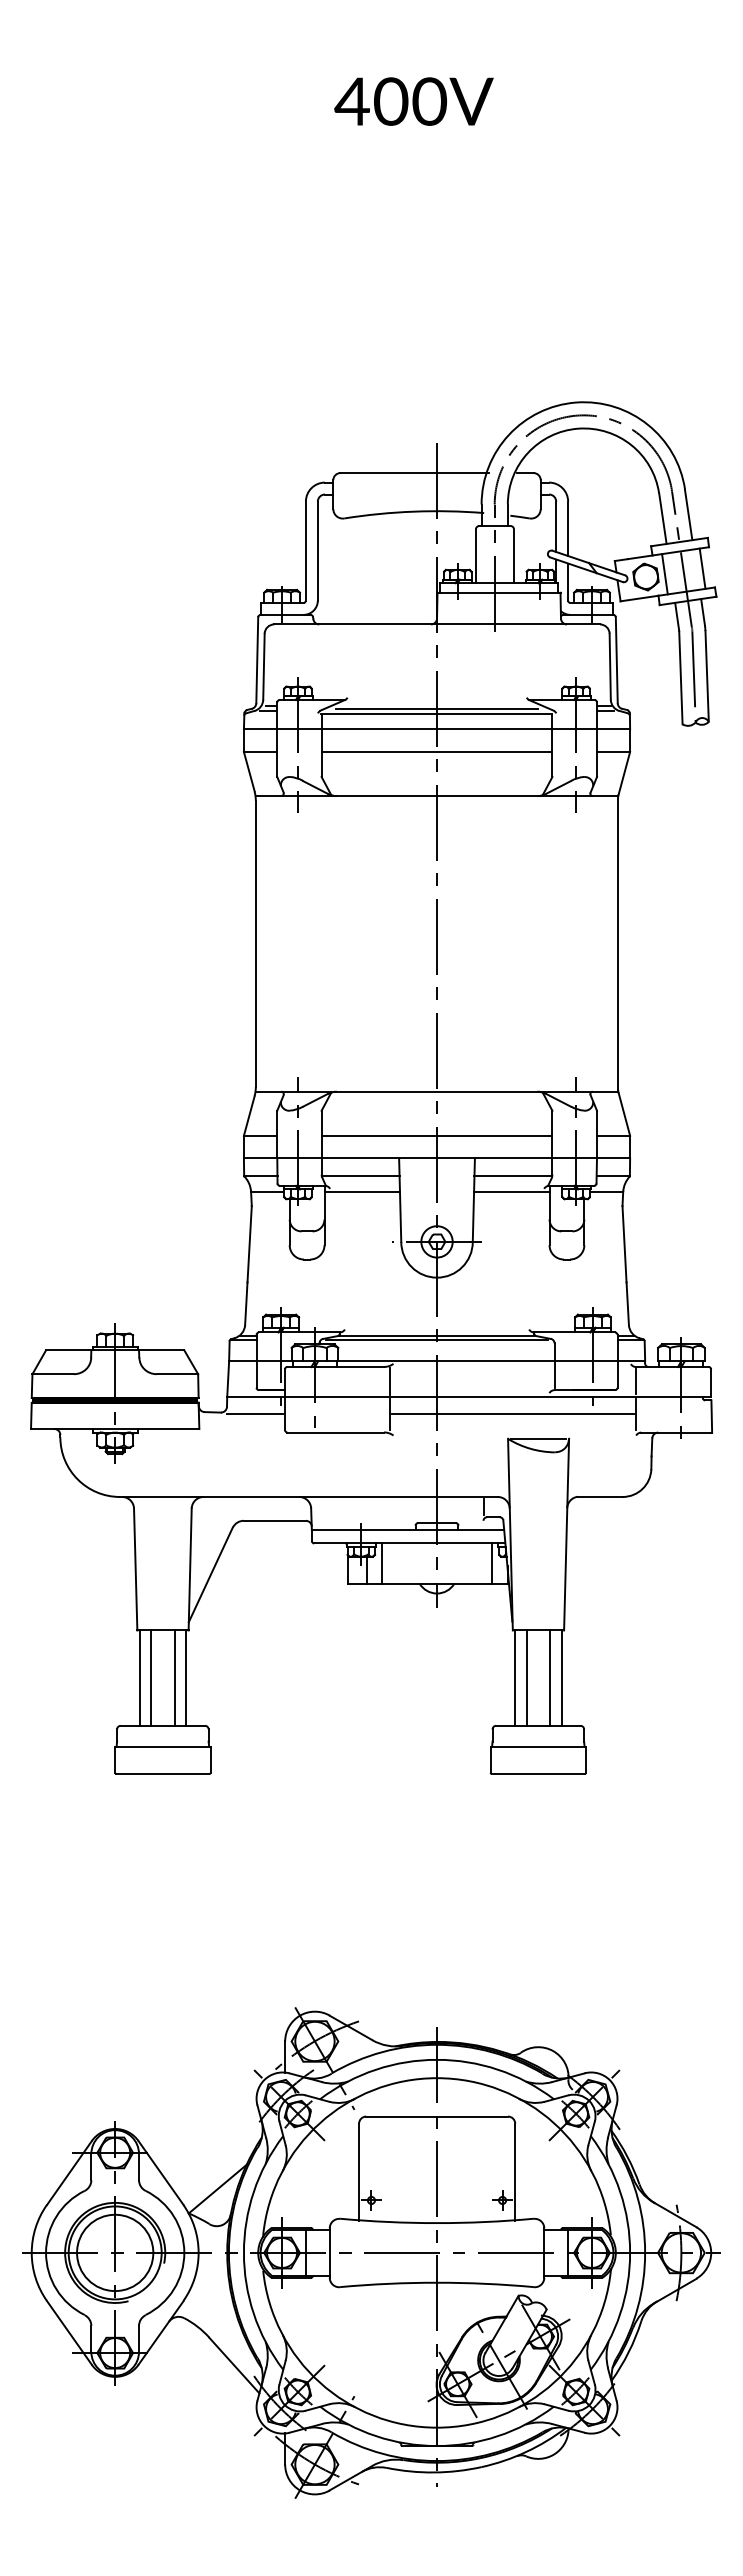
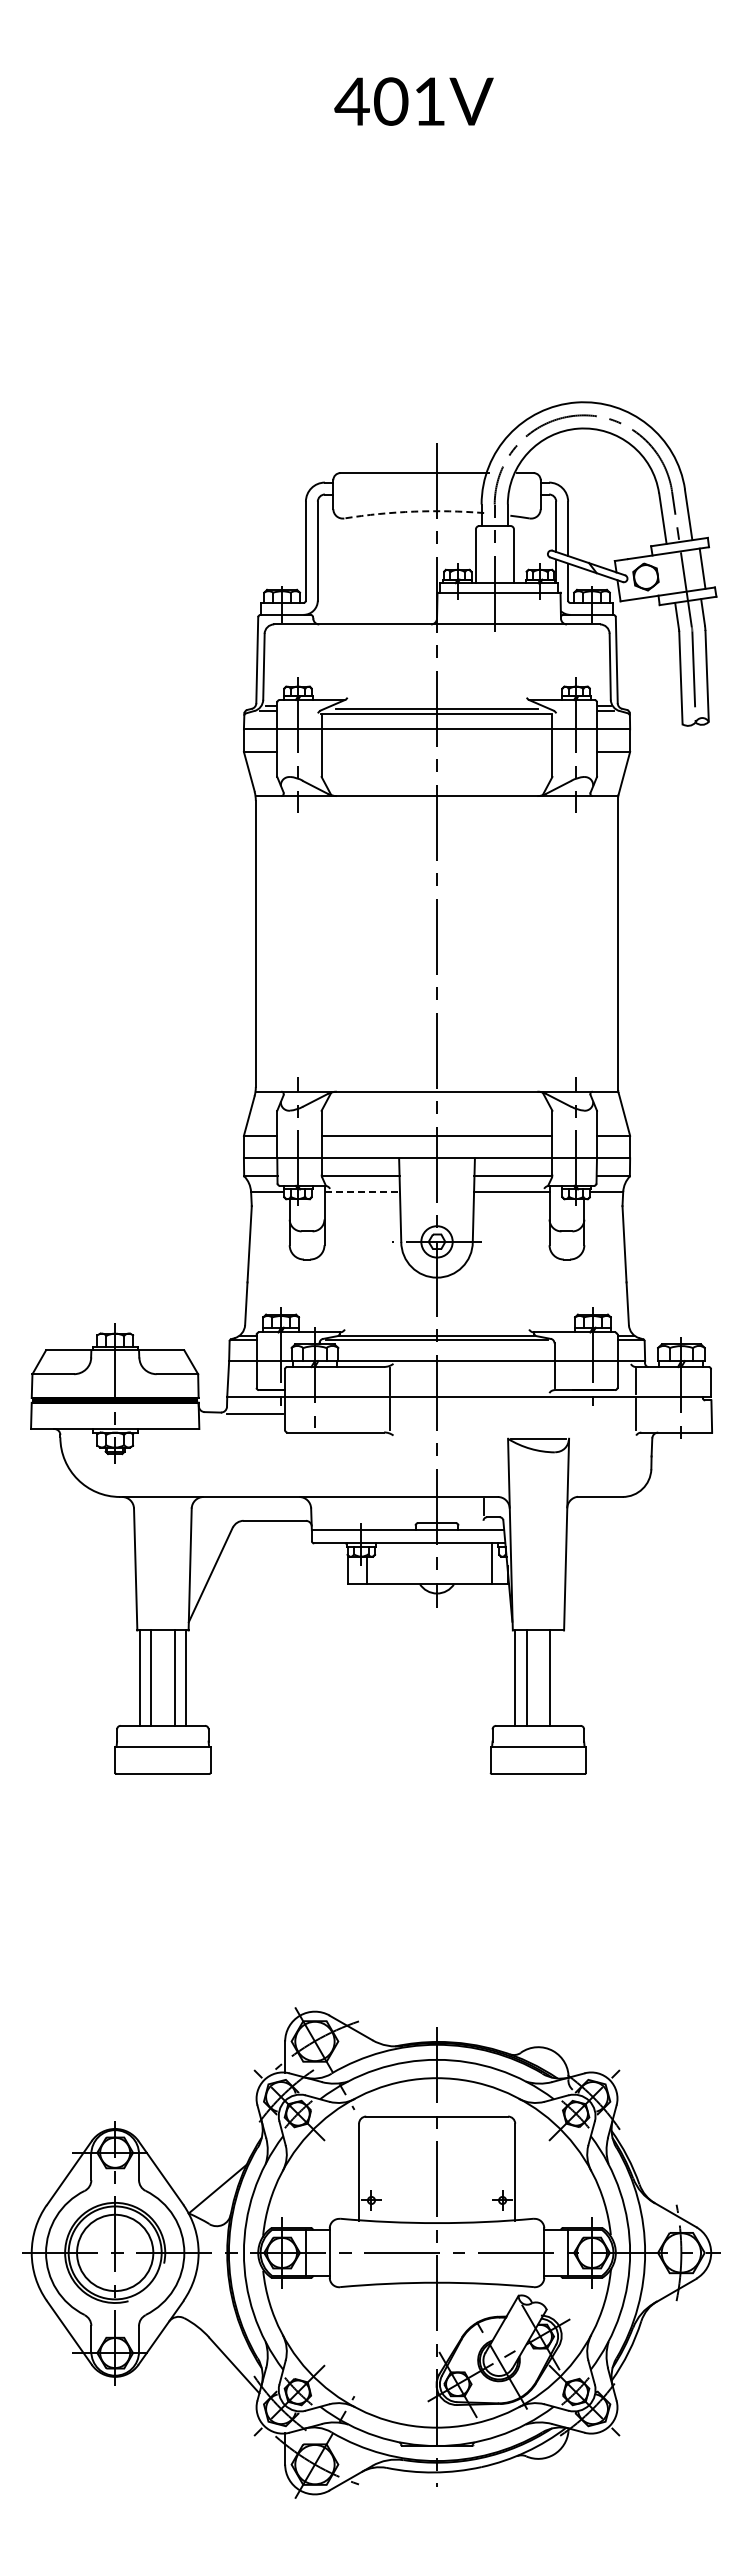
text at (429, 101): 400V -> 401V
arc at (414, 511): solid -> dashed
line at (664, 574): present -> none
line at (436, 751): present -> none
line at (362, 1191): solid -> dashed
line at (512, 1414): present -> none
line at (381, 1563): present -> none
line at (561, 1677): present -> none
